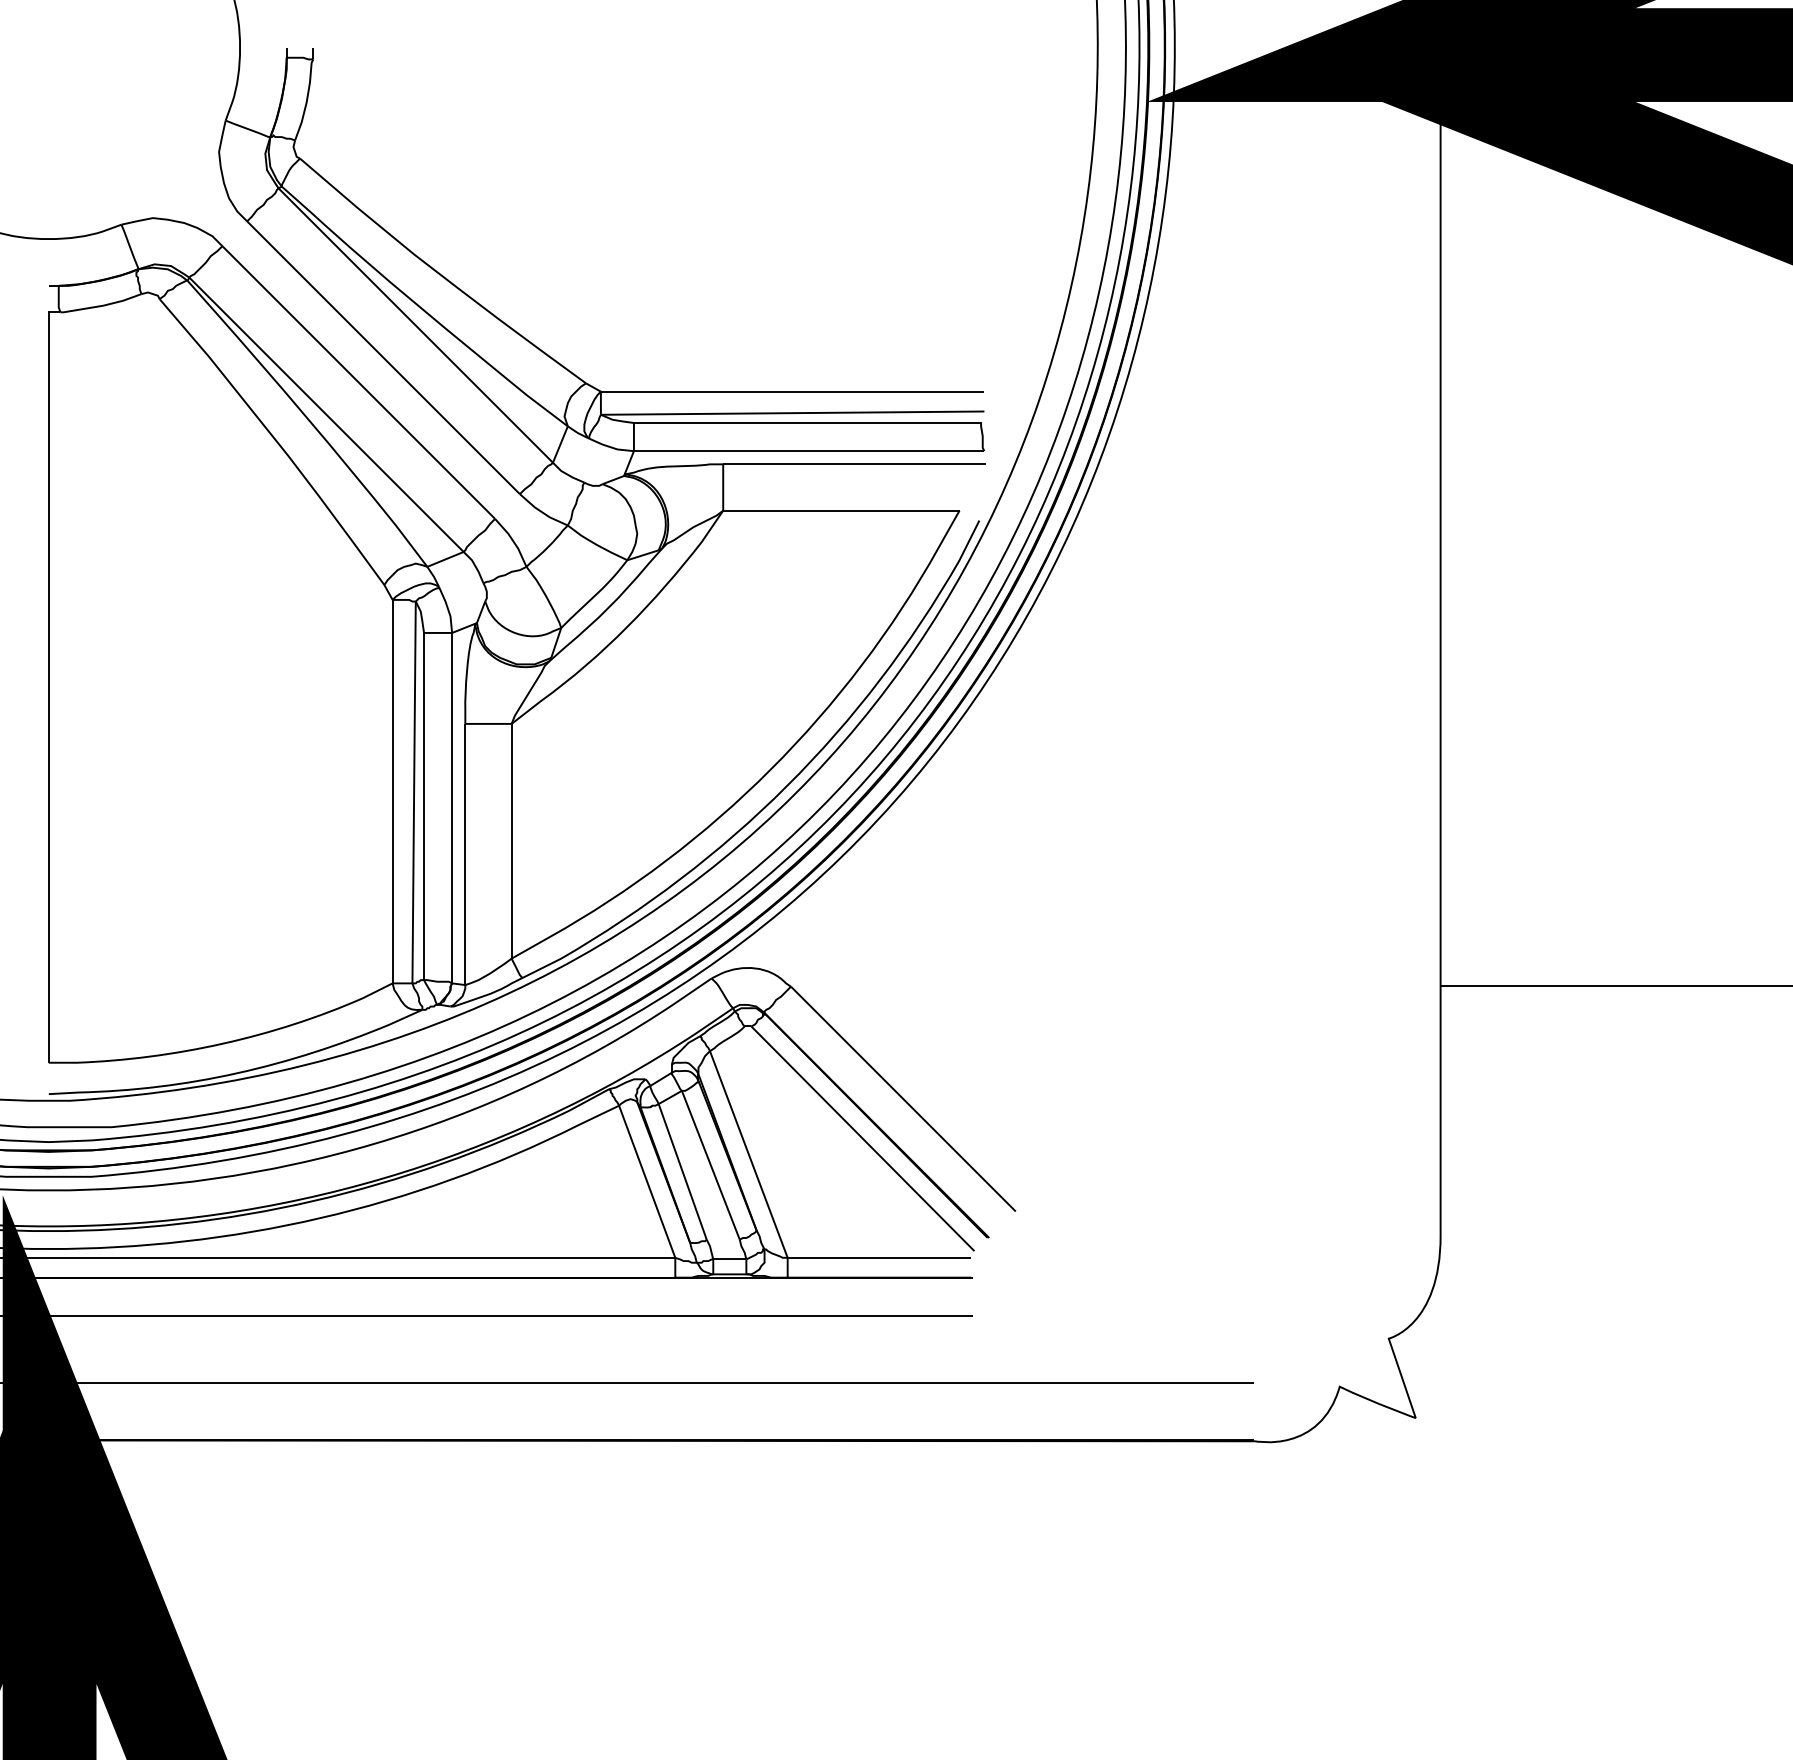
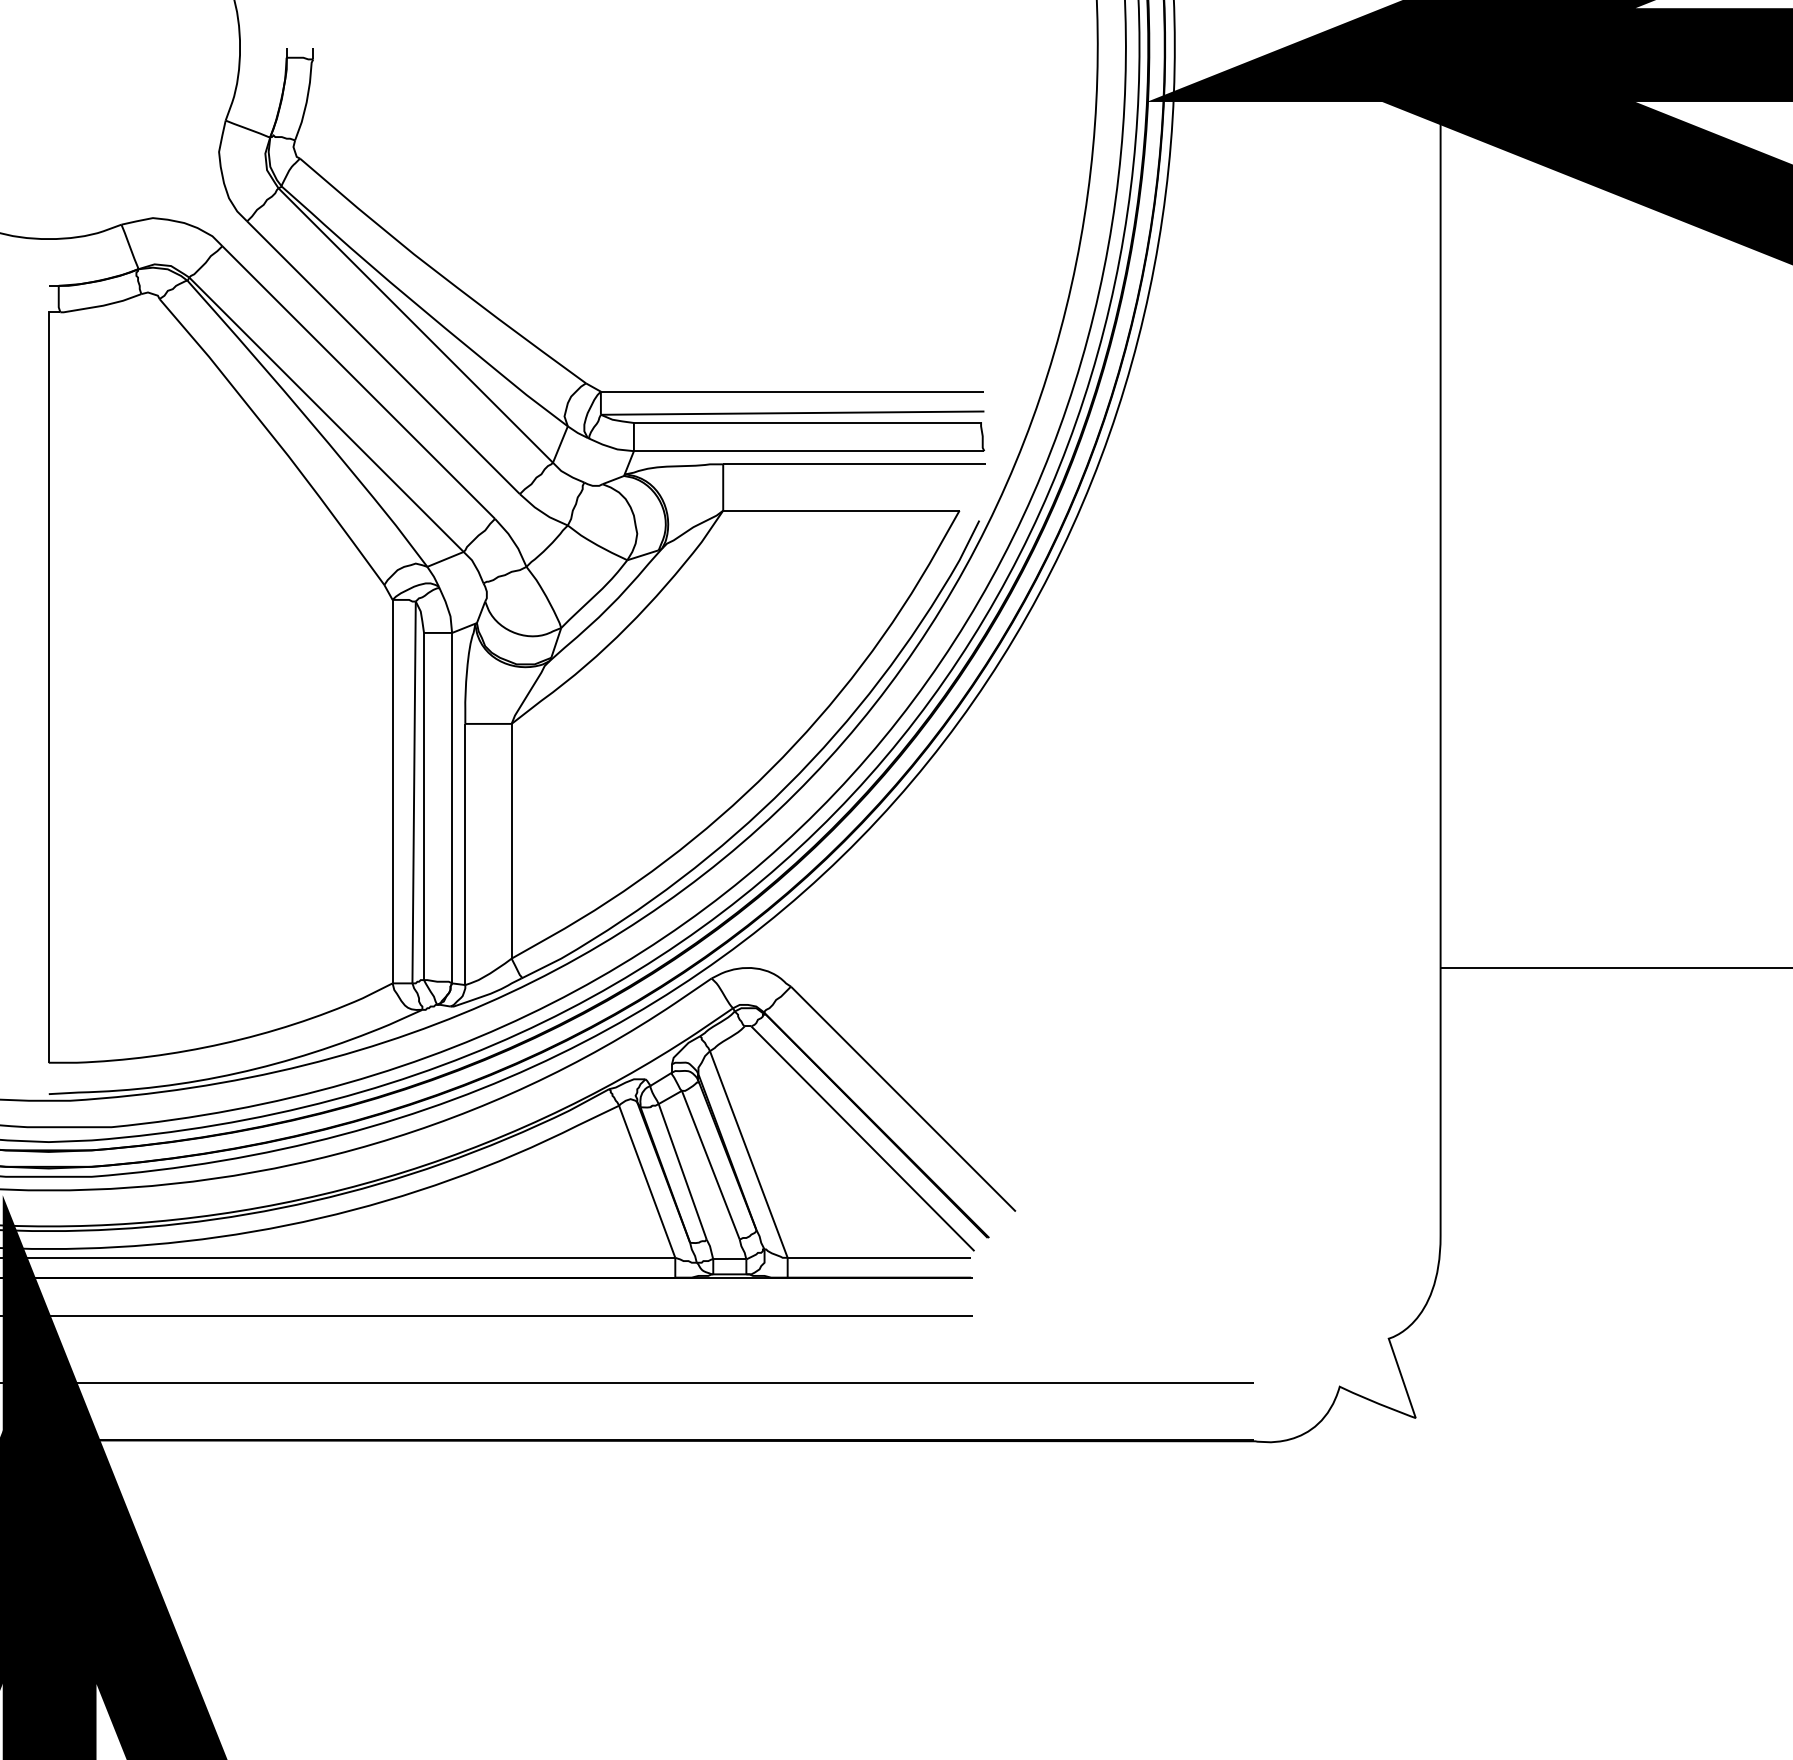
line at (1614, 986) position: (1614, 986) -> (1614, 968)
